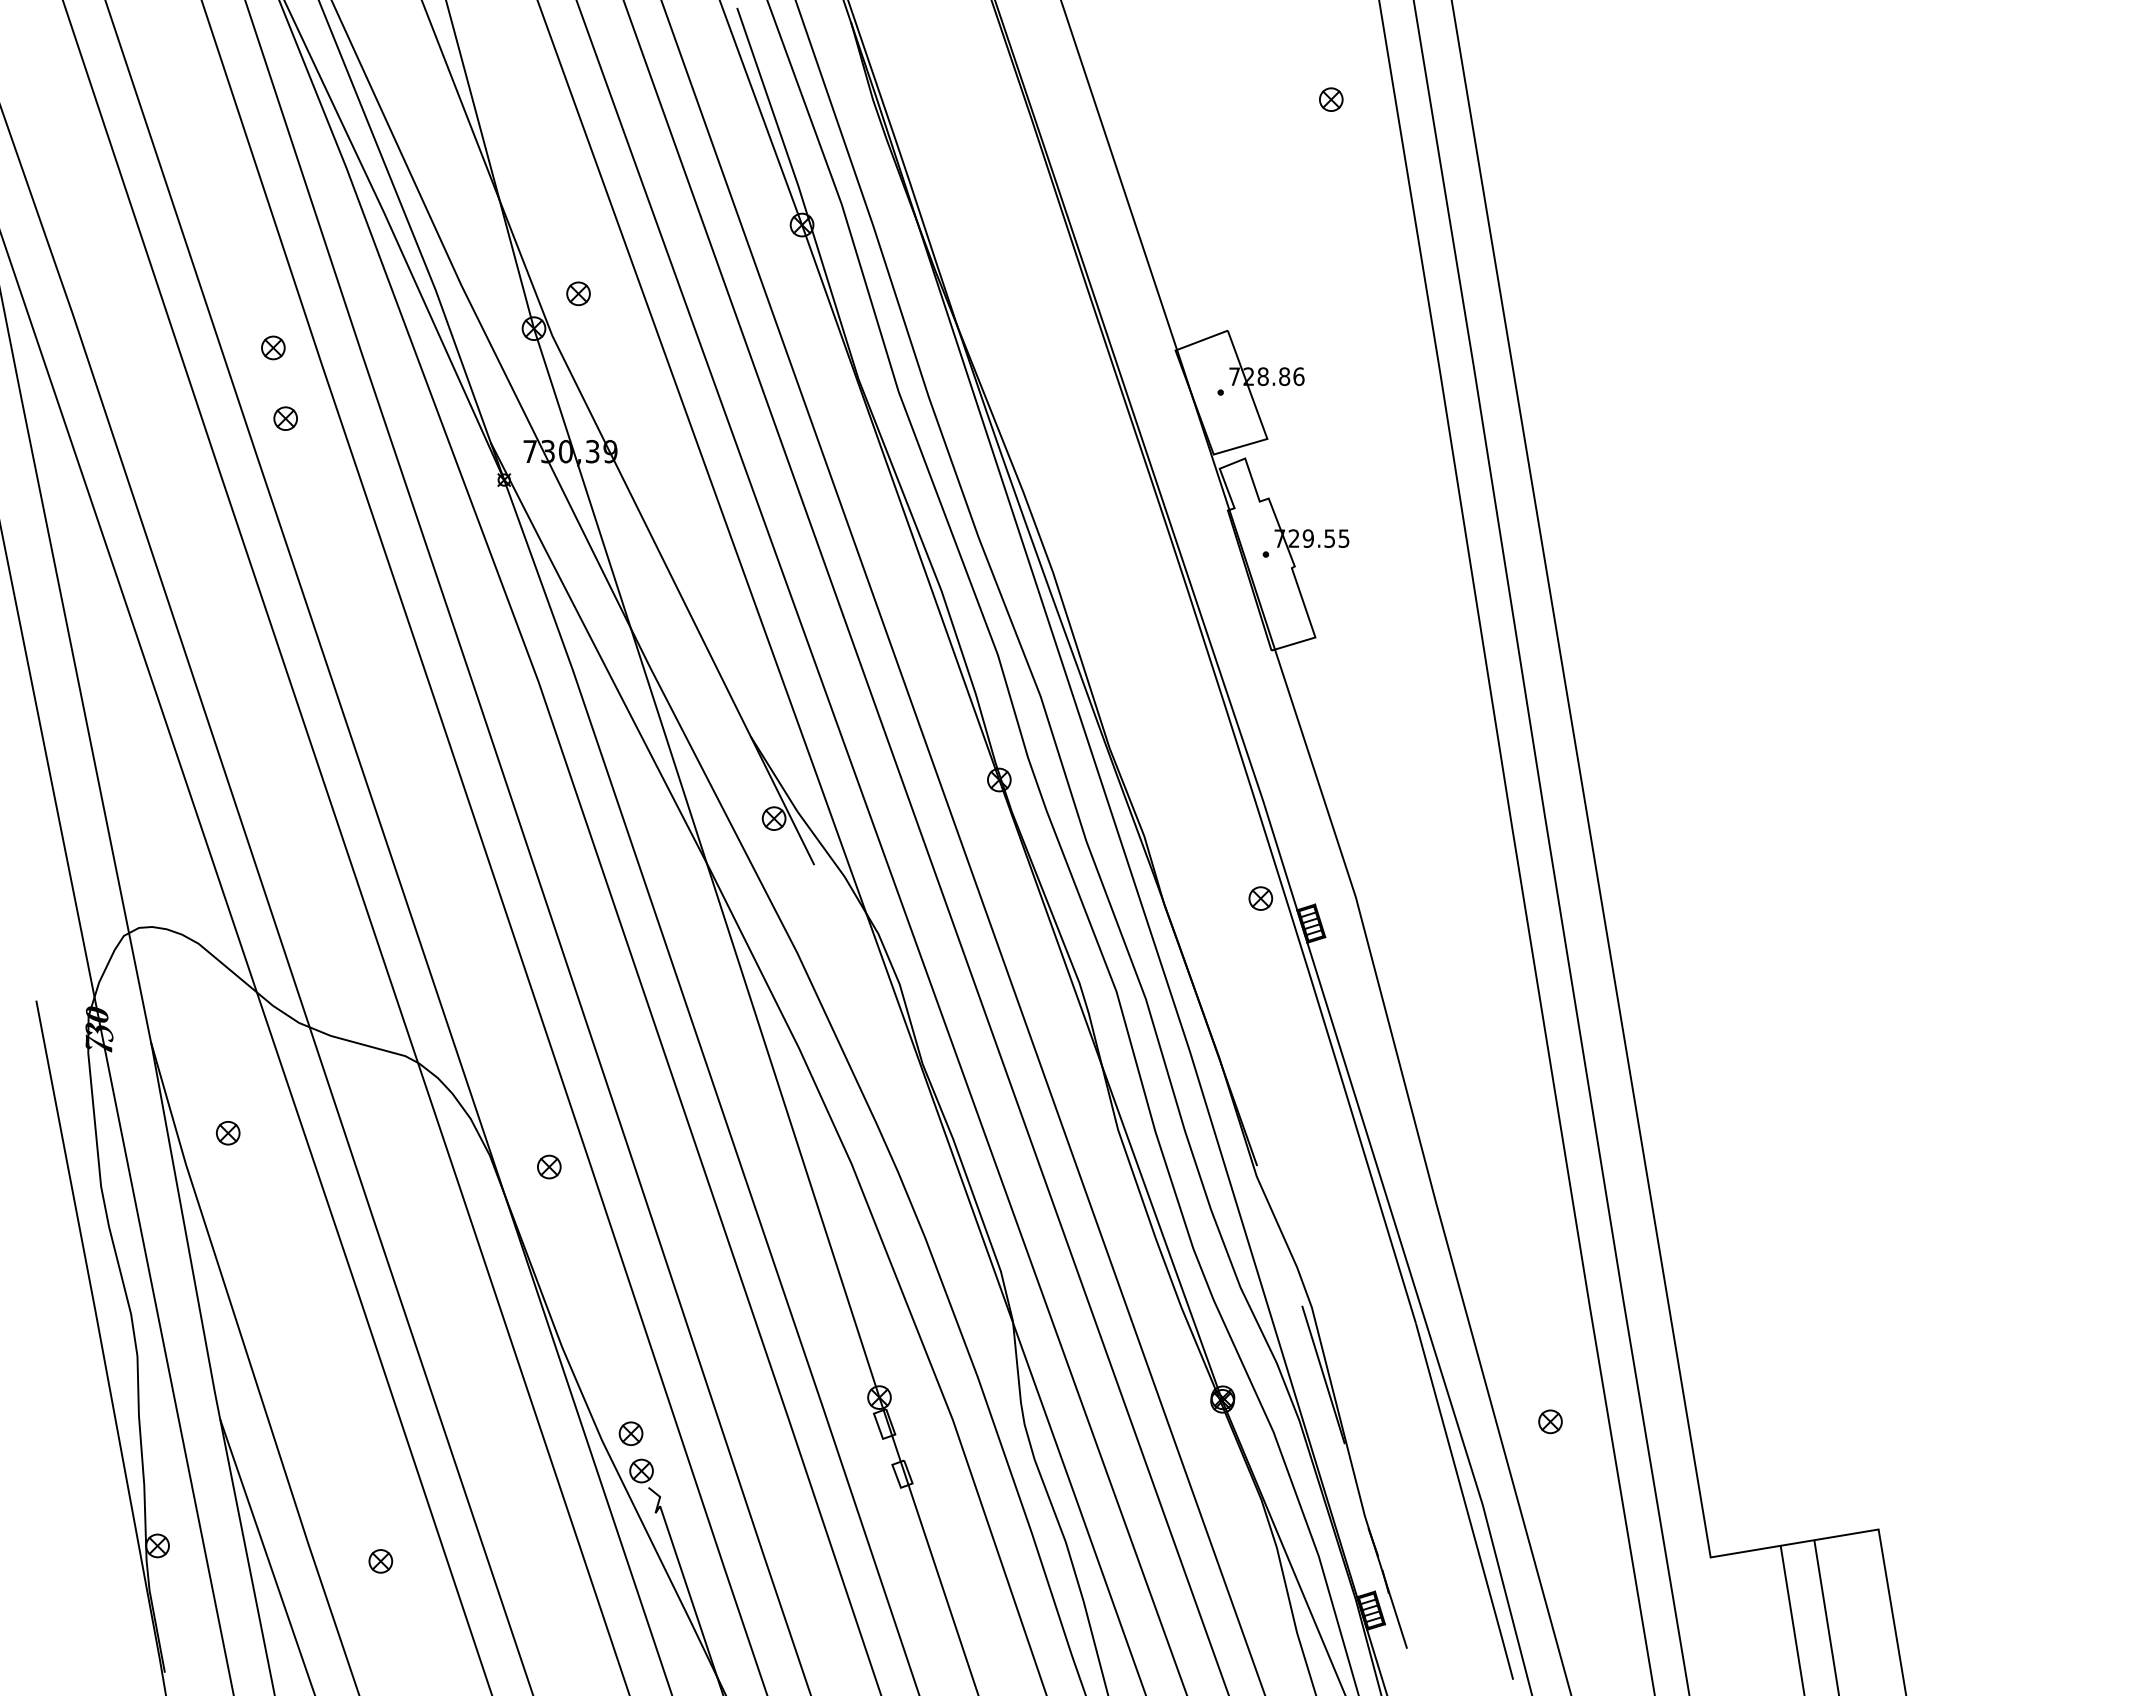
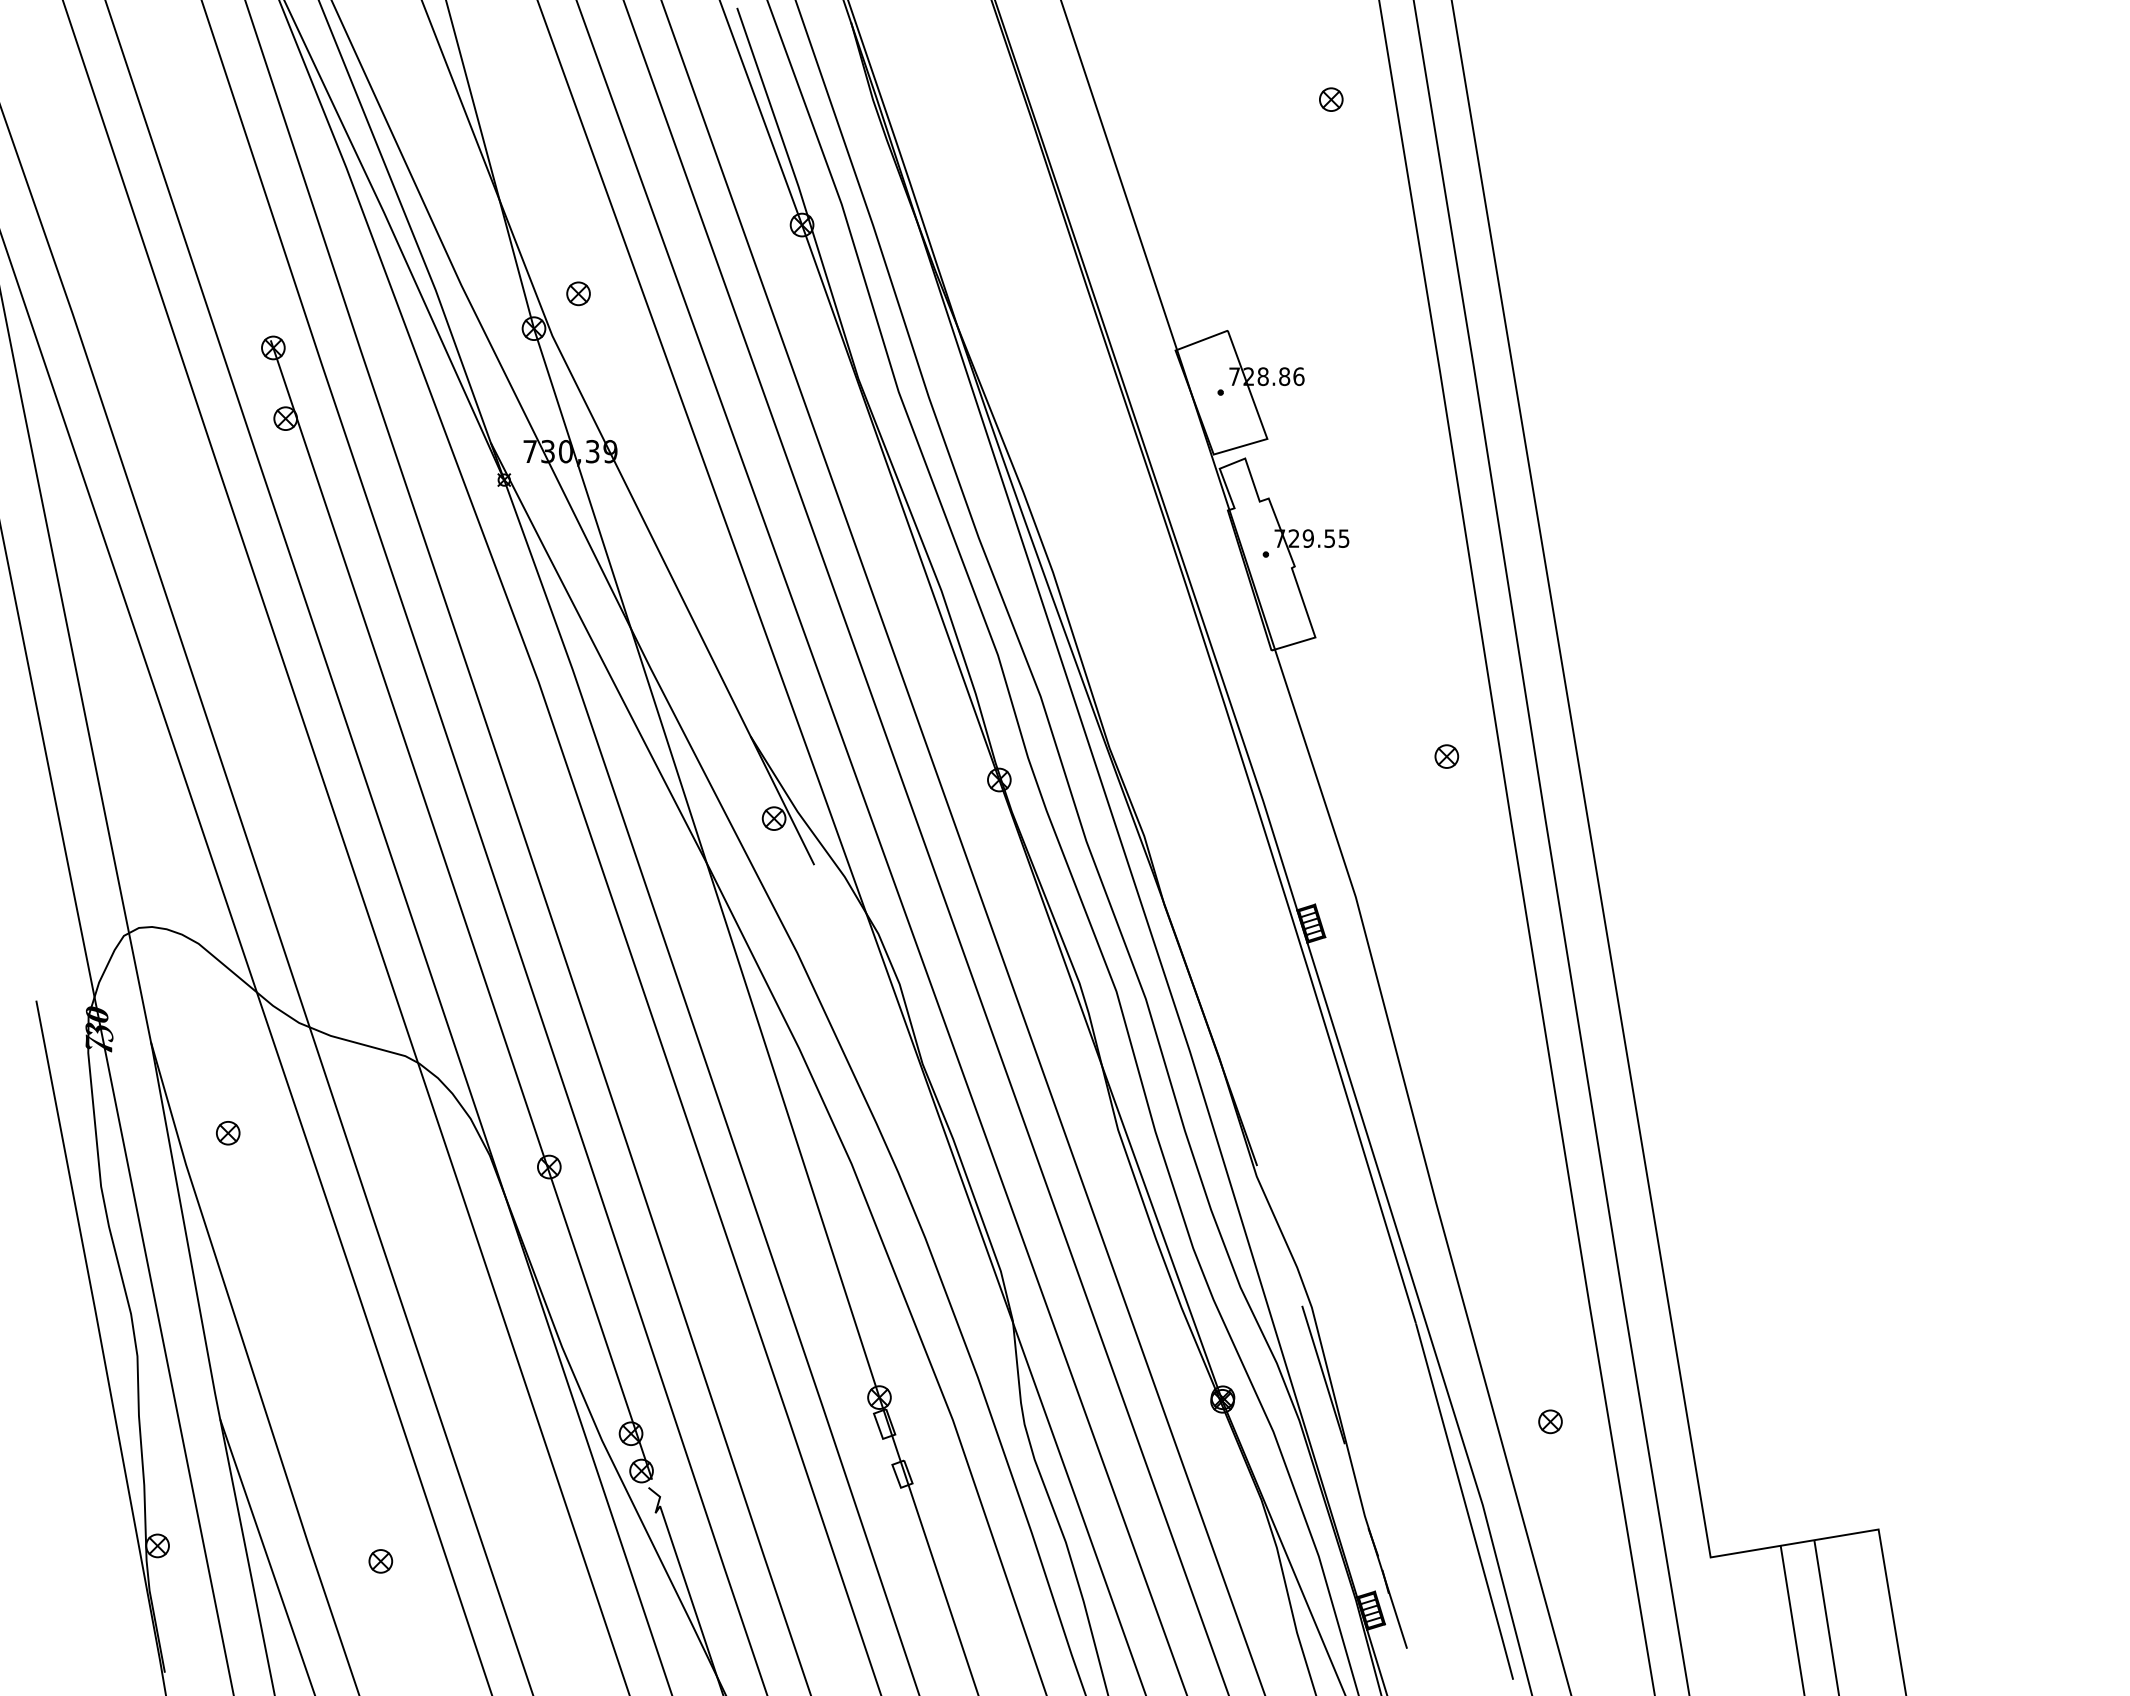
part at (1260, 898) position: (1260, 898) -> (1446, 756)
line at (461, 909): none -> present
